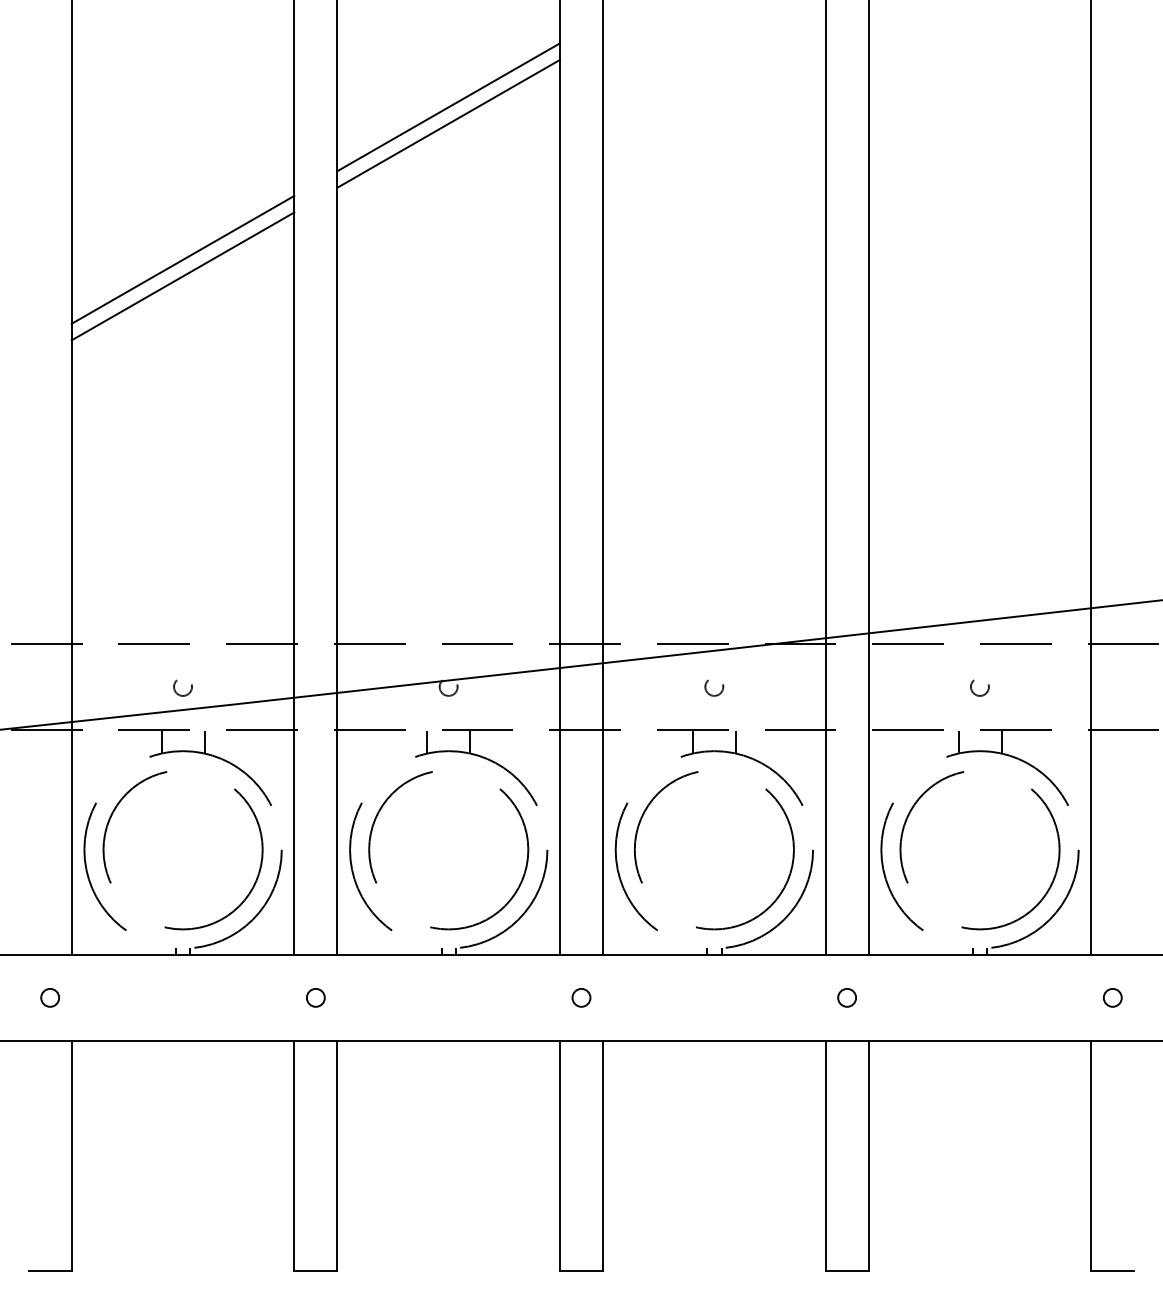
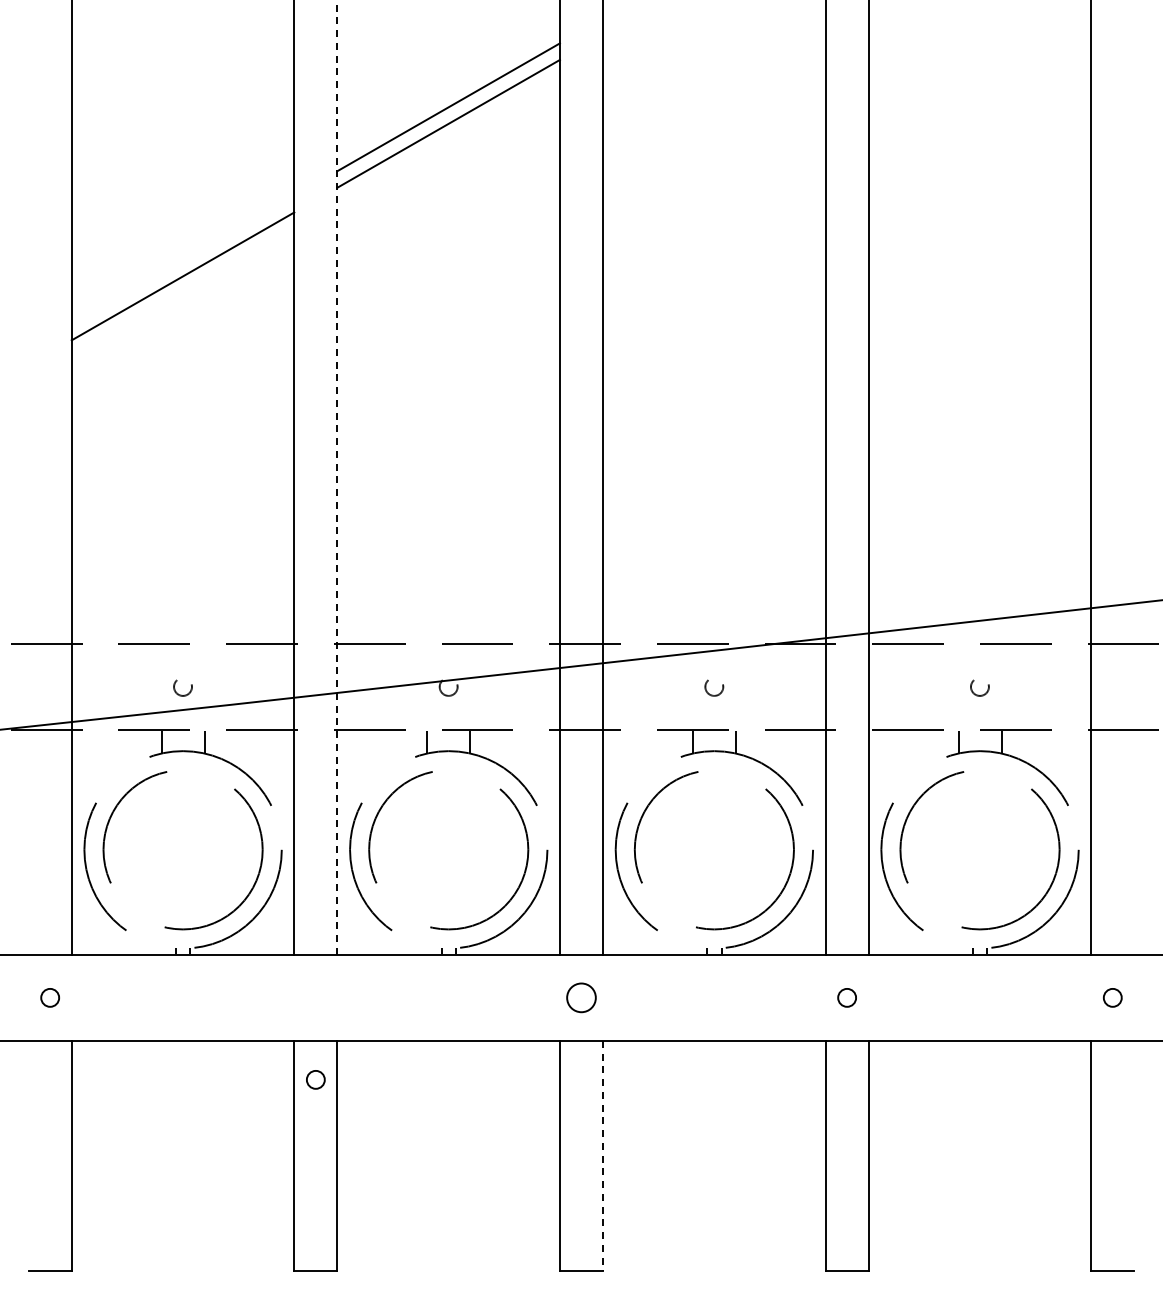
line at (182, 259): present -> none
line at (337, 477): solid -> dashed
circle at (315, 997) position: (315, 997) -> (315, 1079)
circle at (581, 997) diameter: 18 px -> 29 px
line at (603, 1155): solid -> dashed
